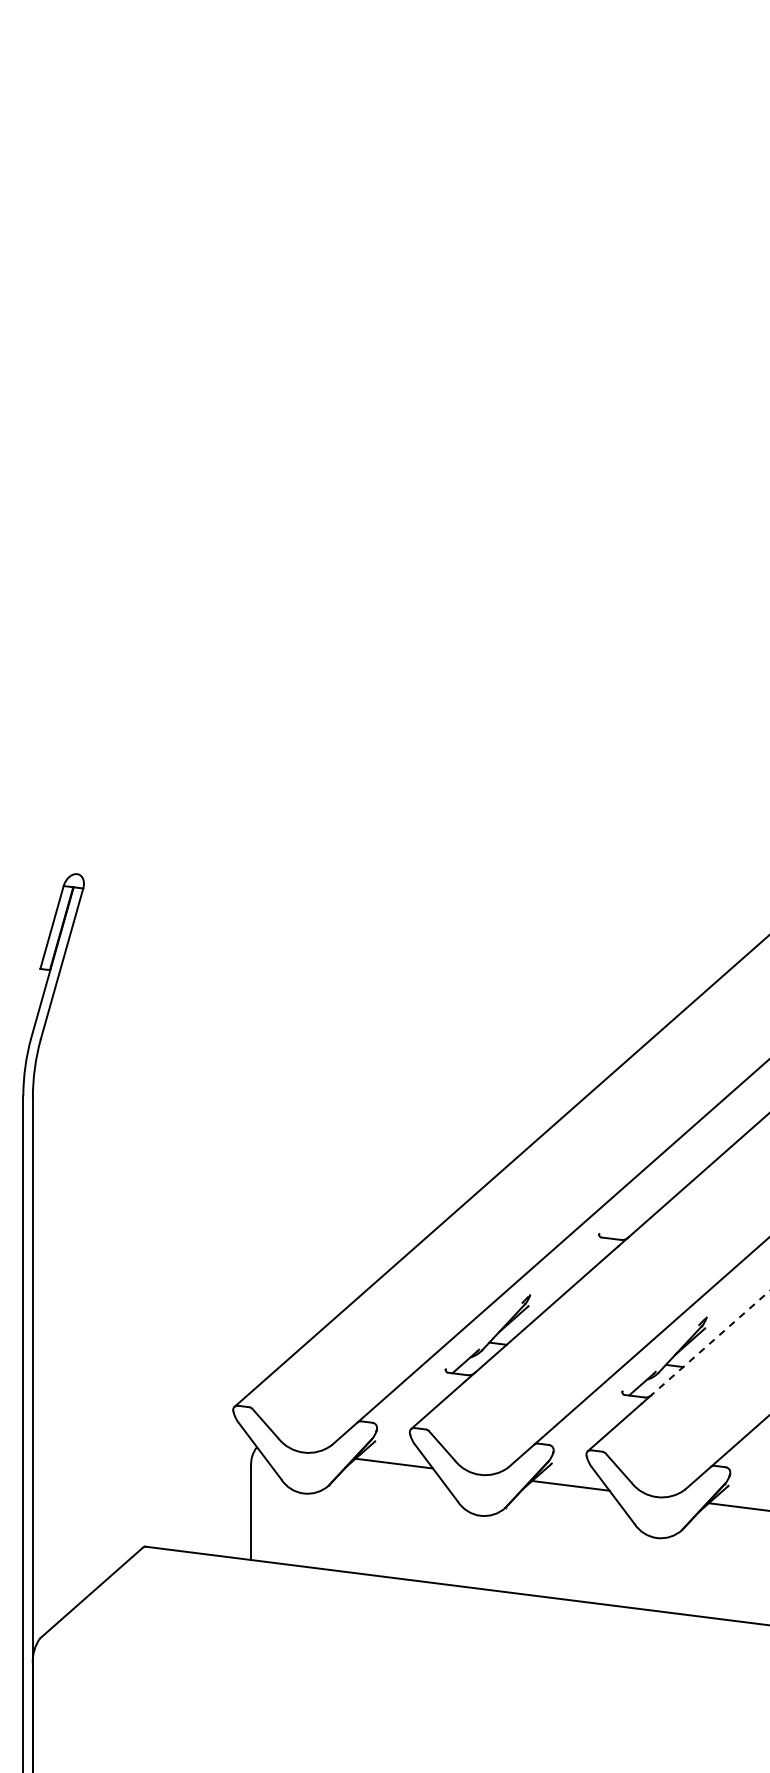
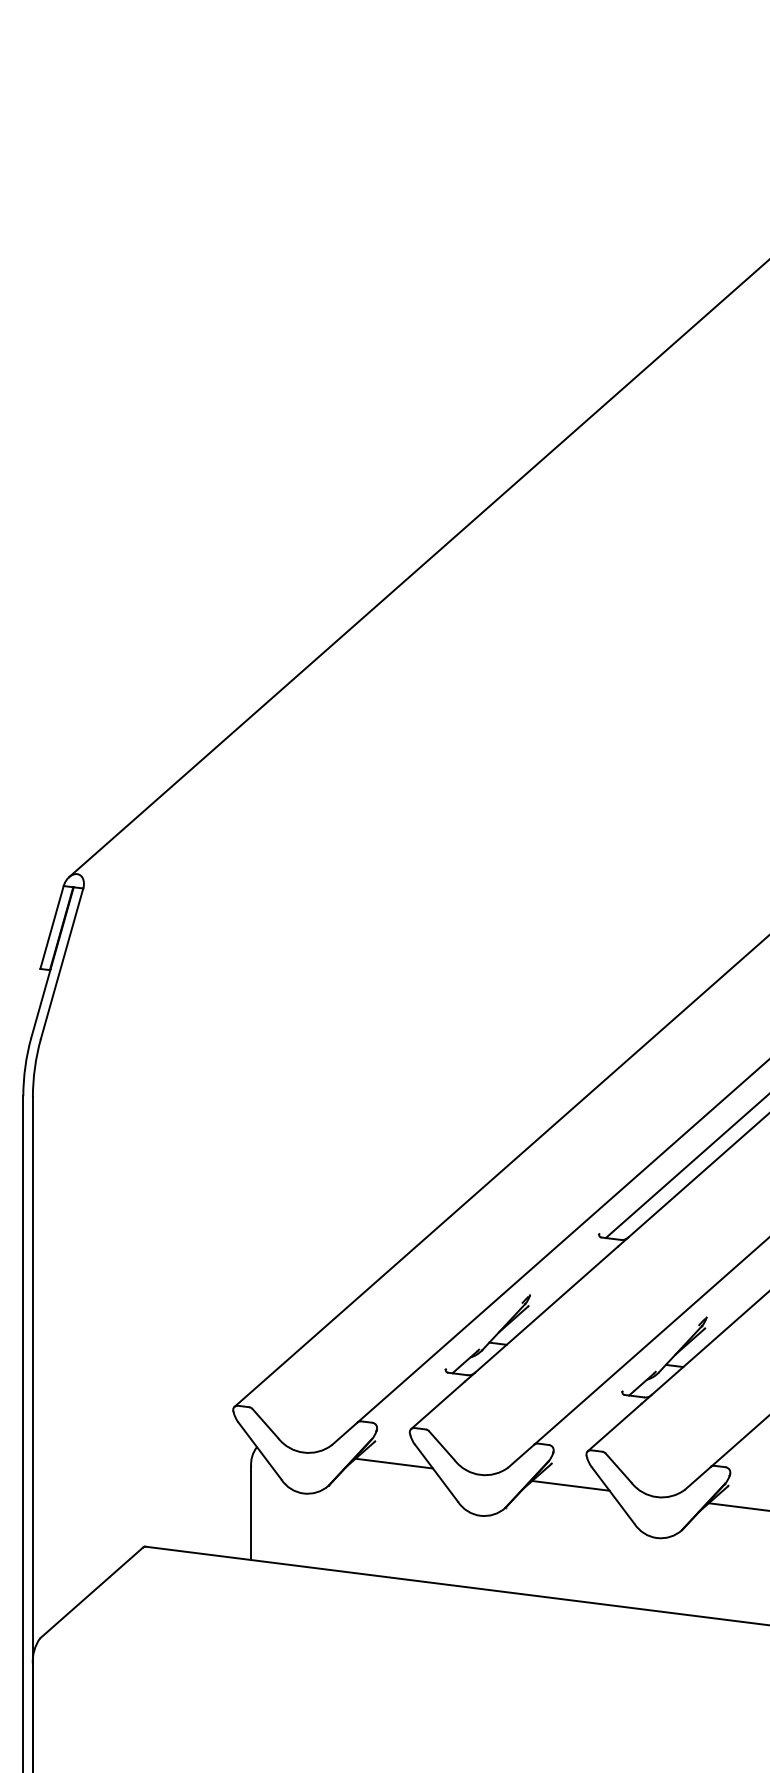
line at (417, 569): none -> present
line at (685, 1167): none -> present
line at (710, 1343): dashed -> solid
